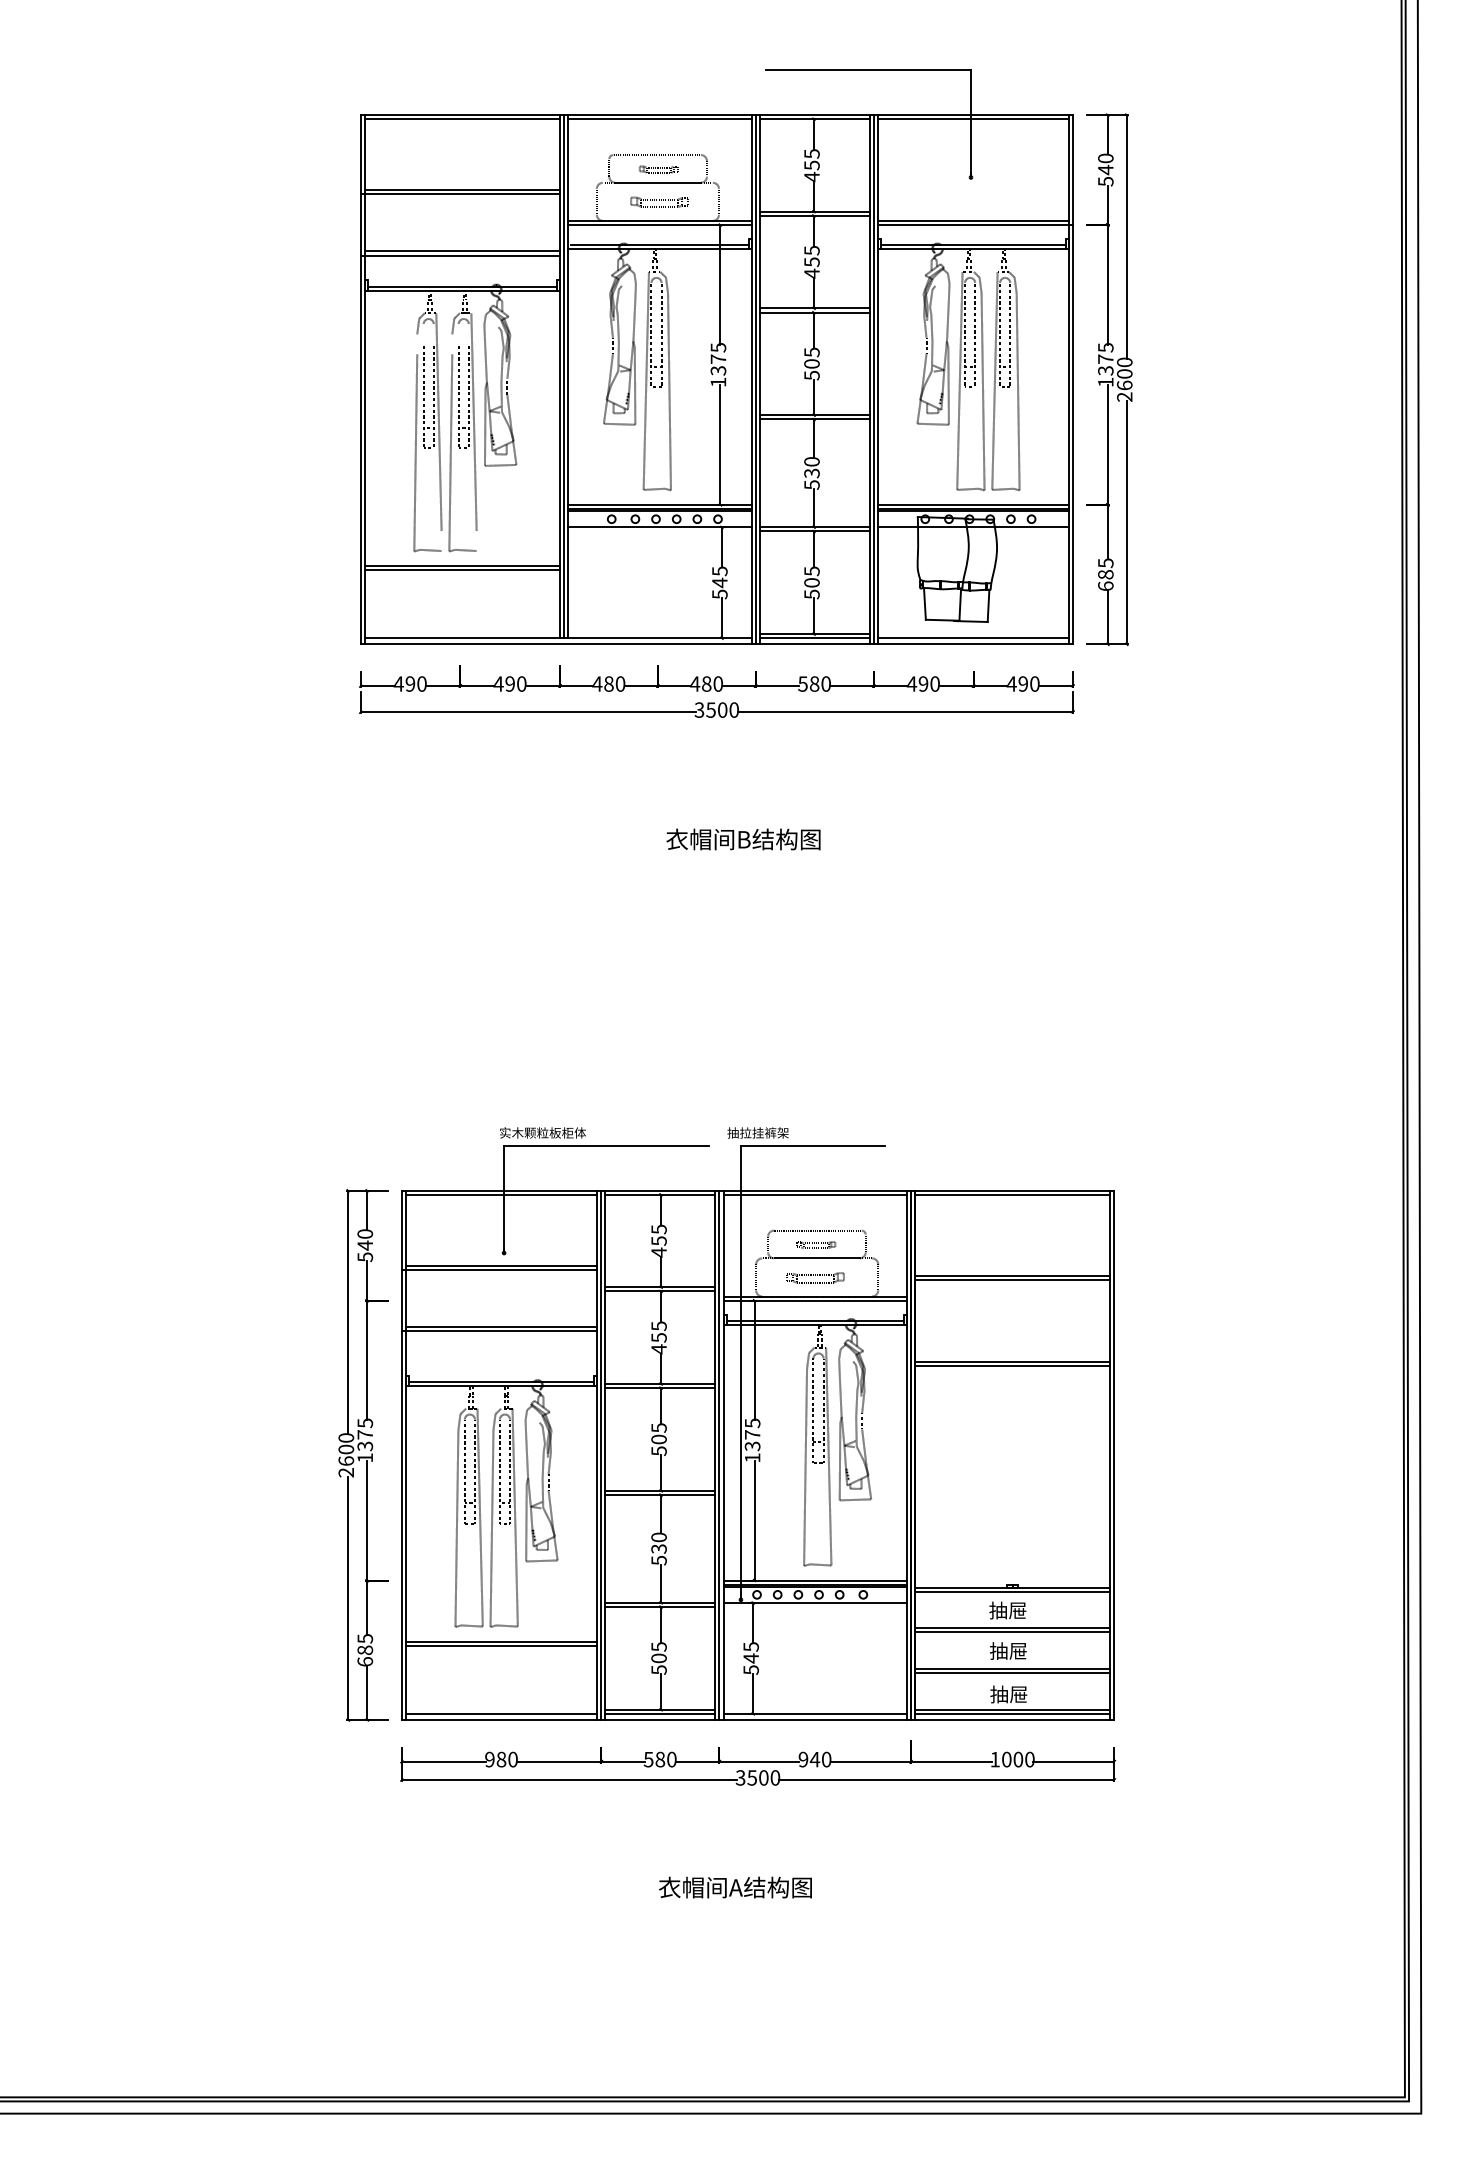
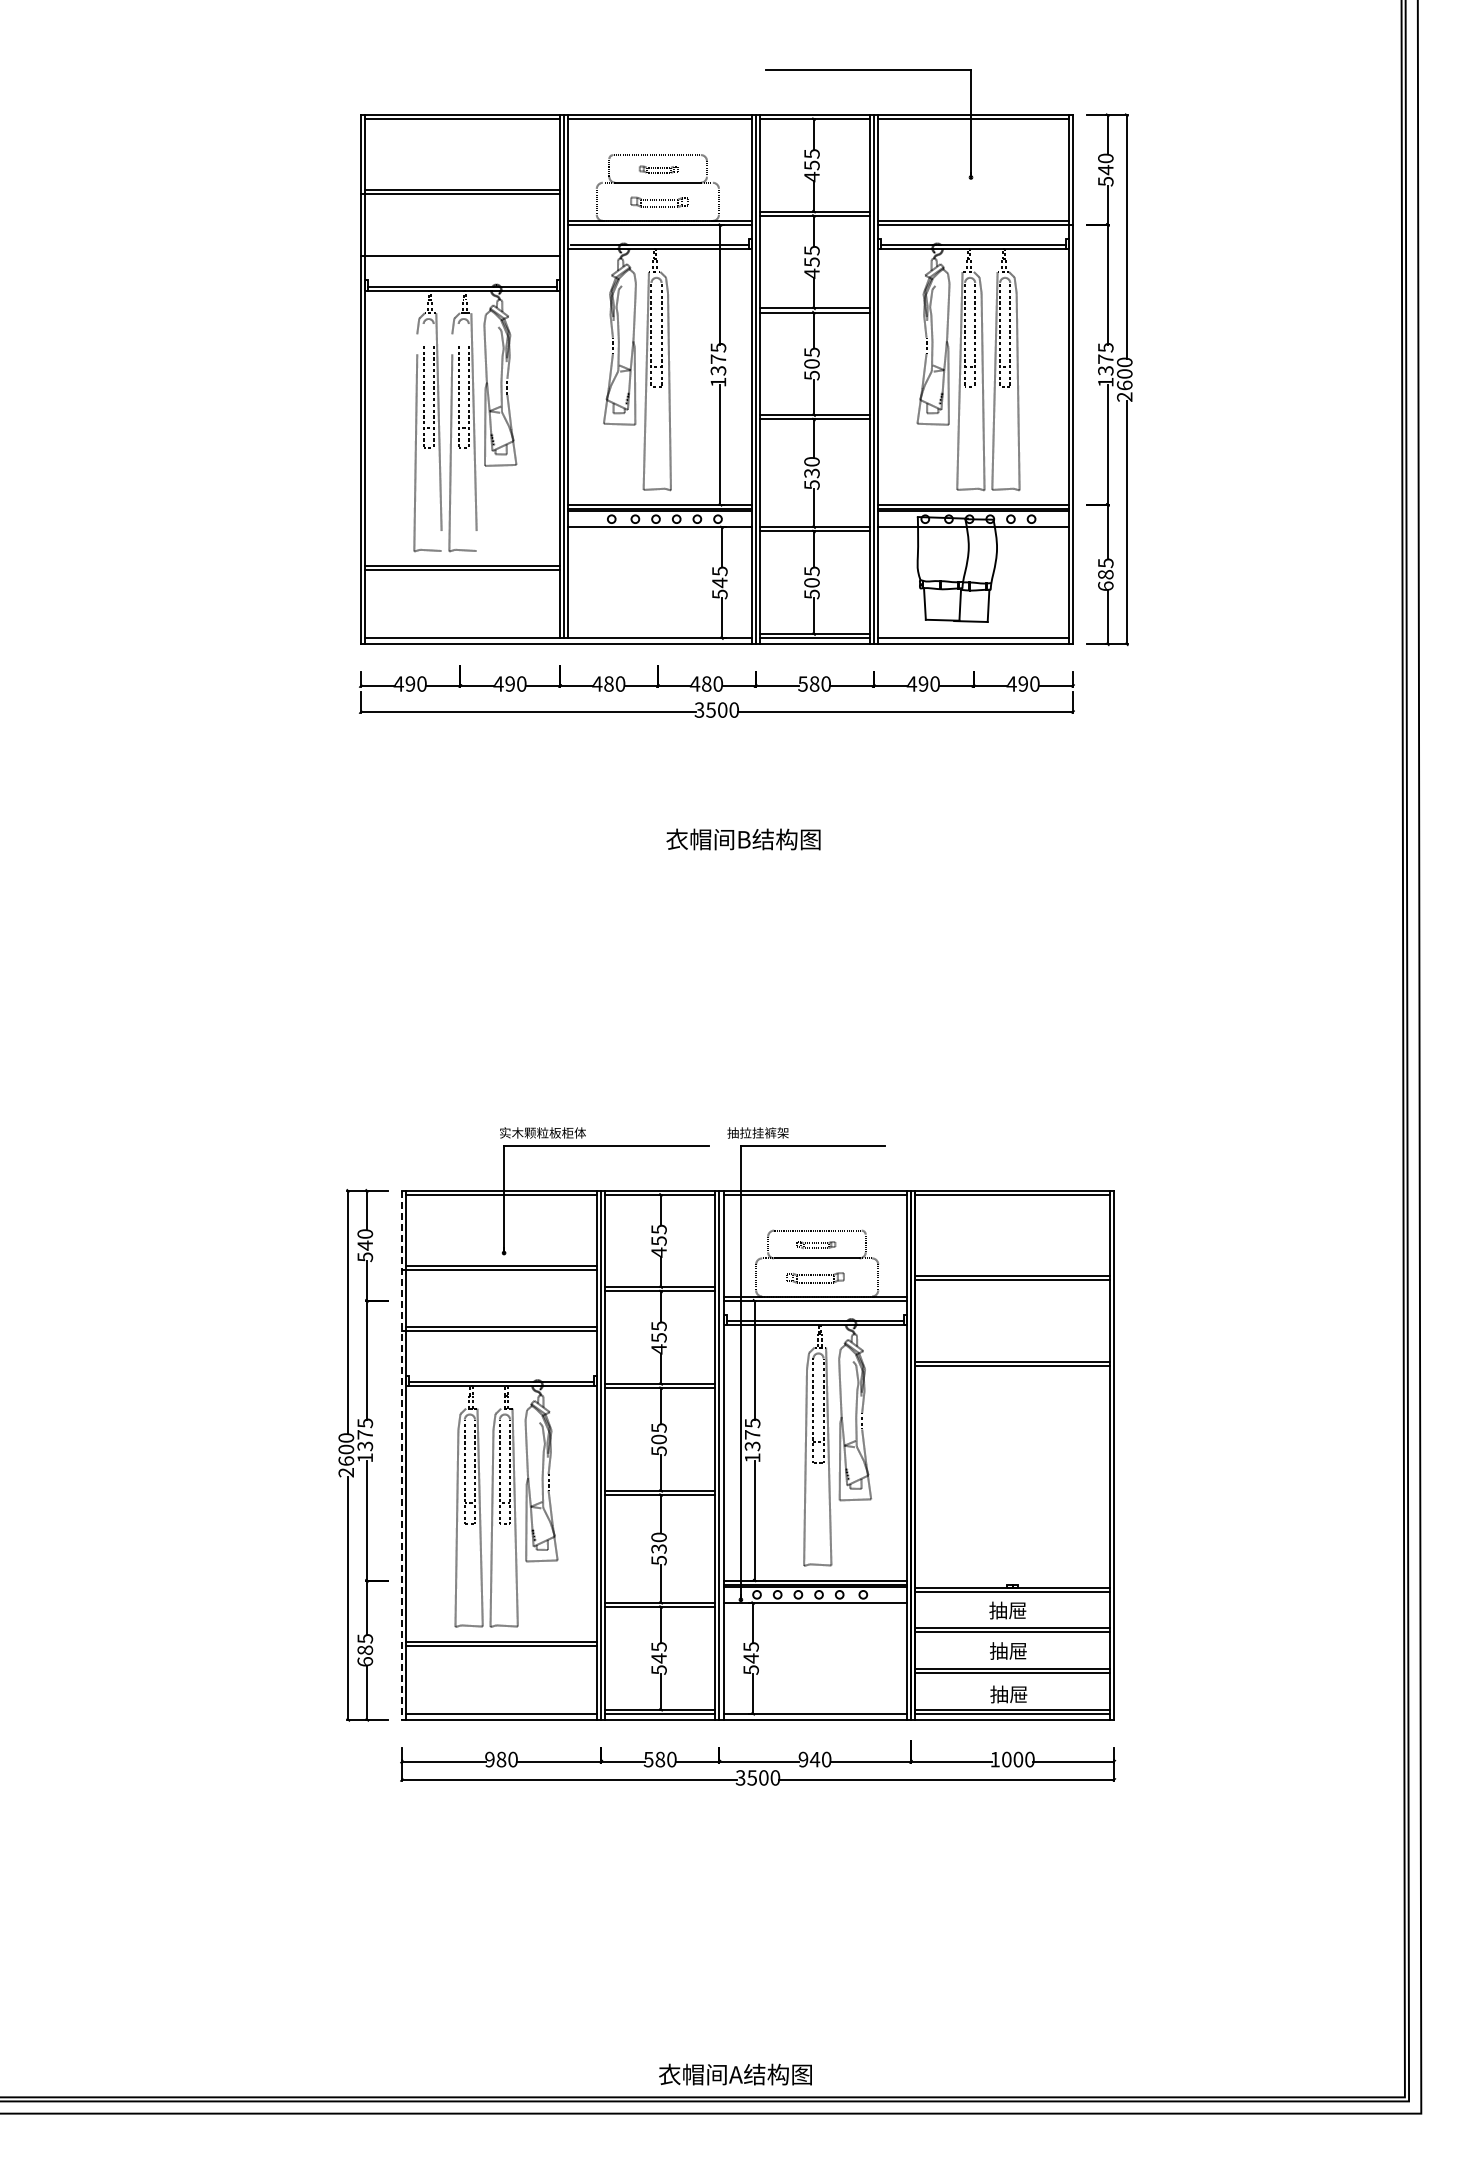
line at (462, 251): present -> none
line at (401, 1455): solid -> dashed
text at (658, 1658): 505 -> 545
text at (735, 1887) position: (735, 1887) -> (735, 2074)
